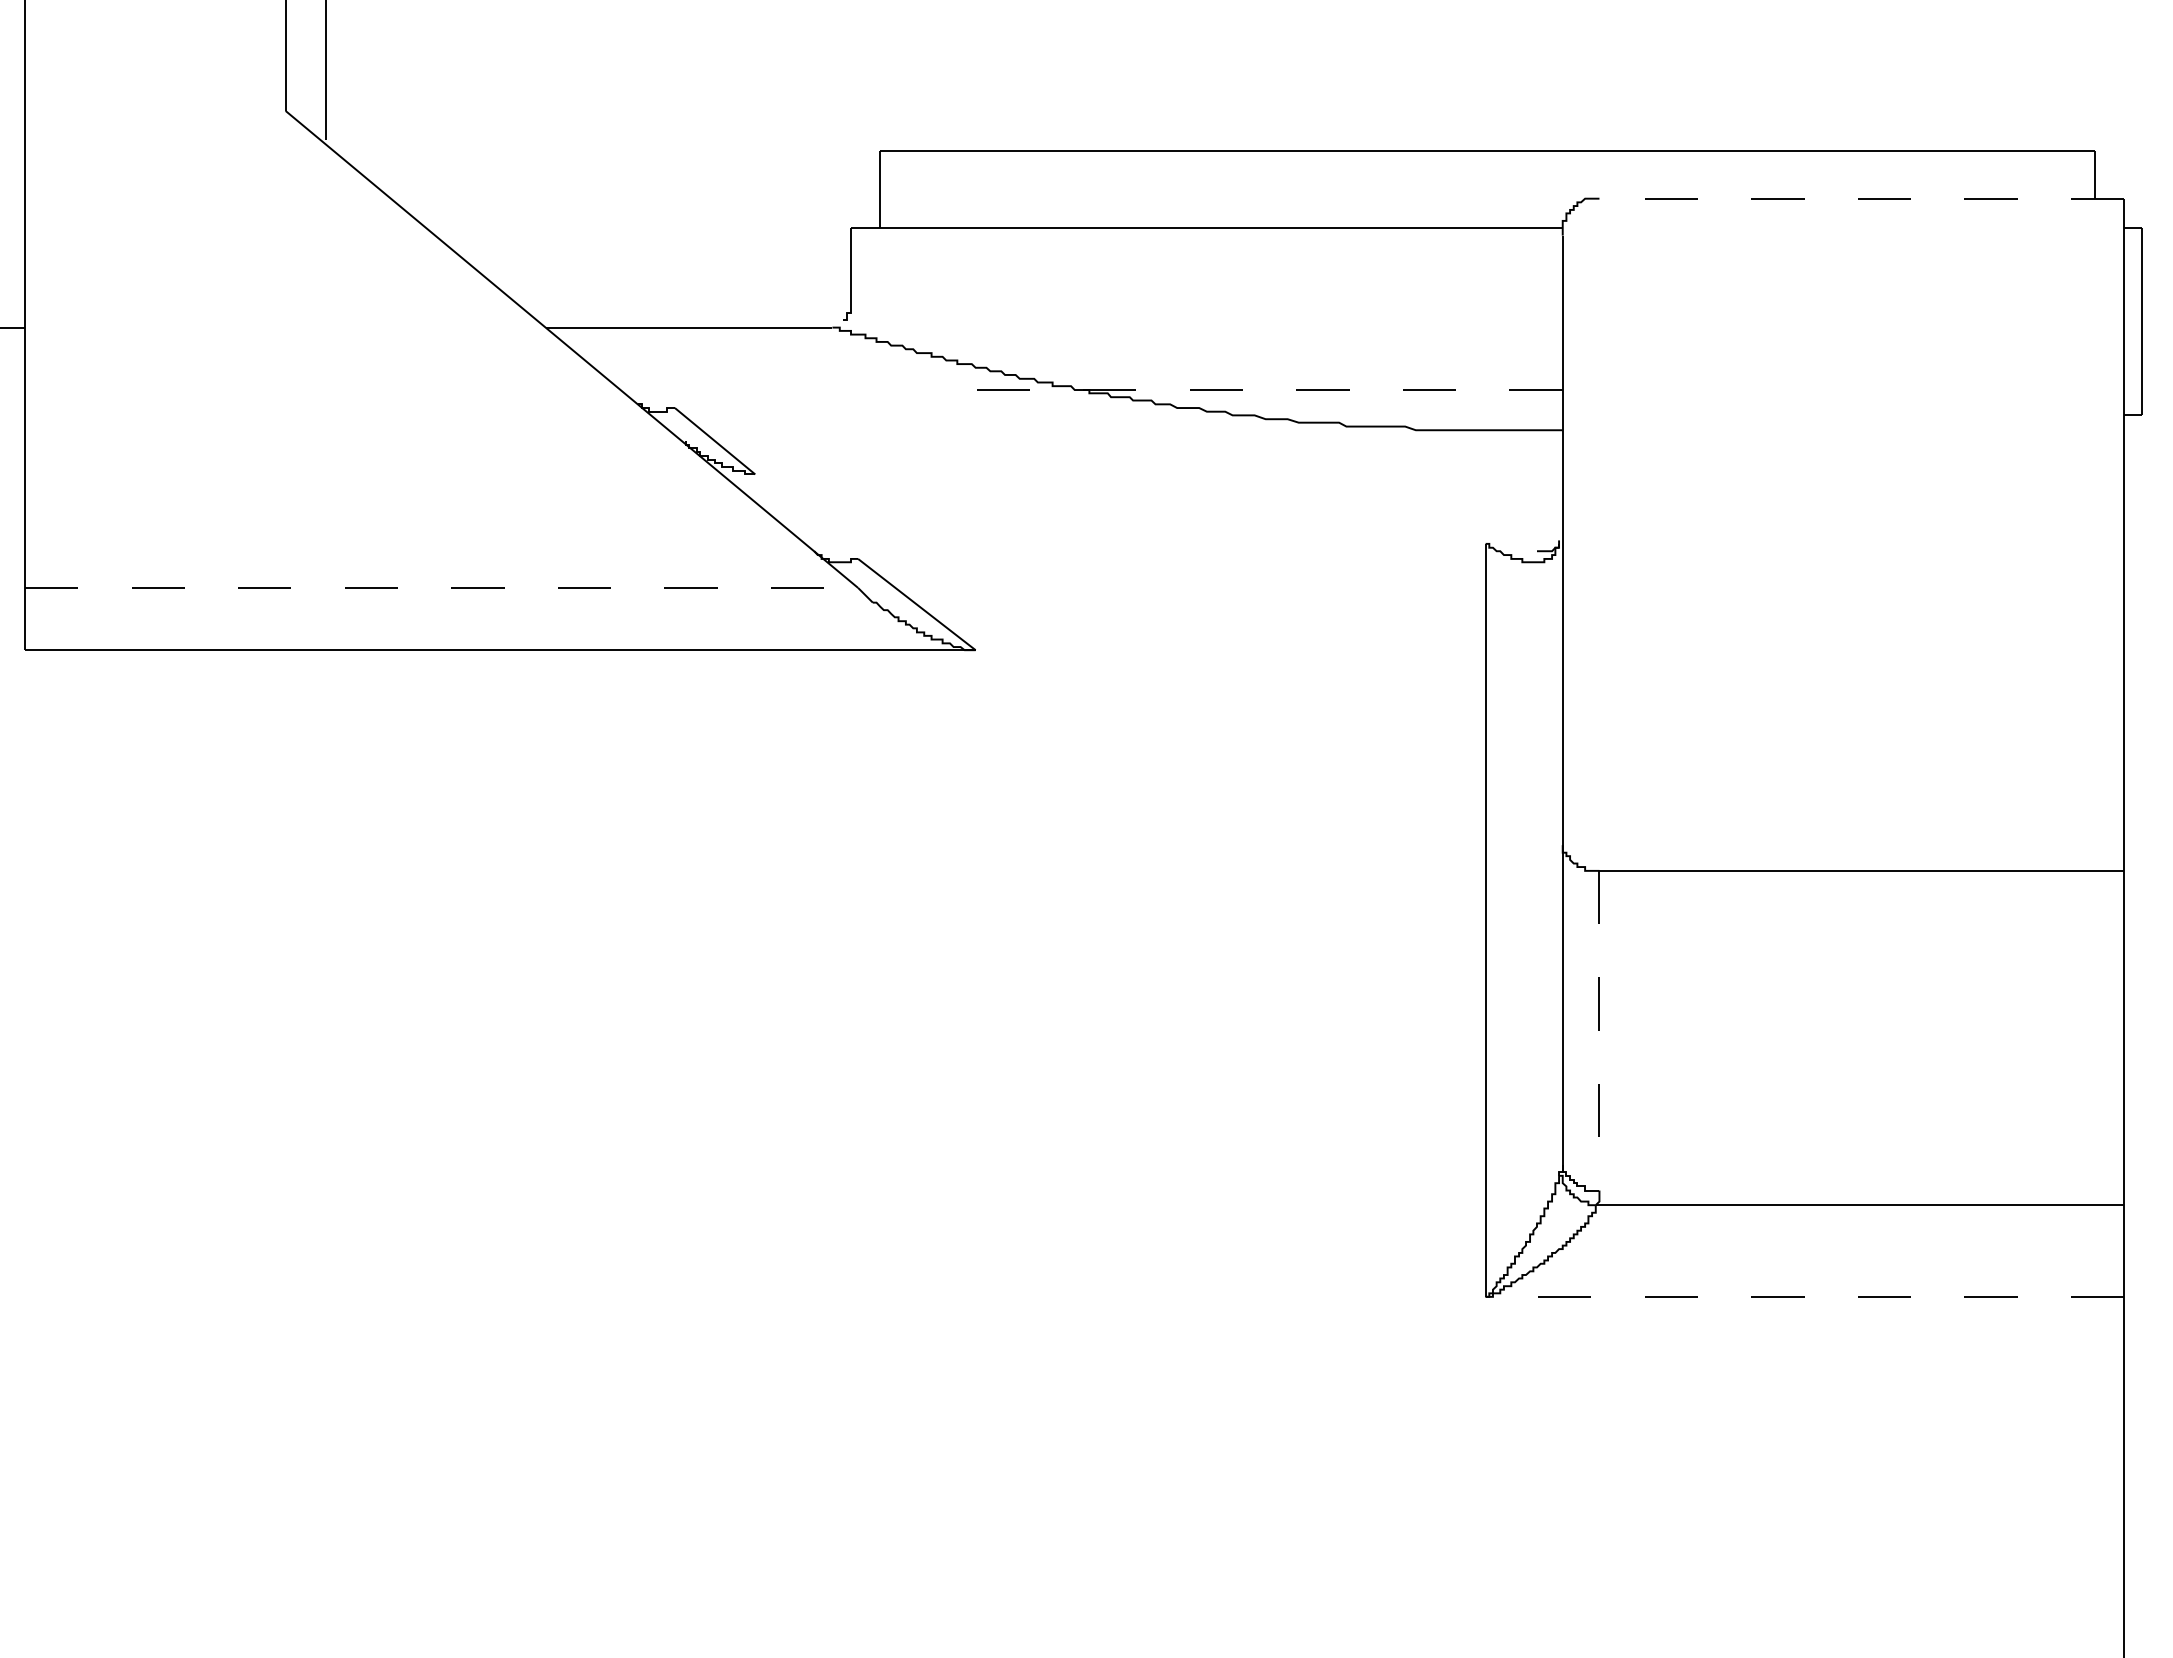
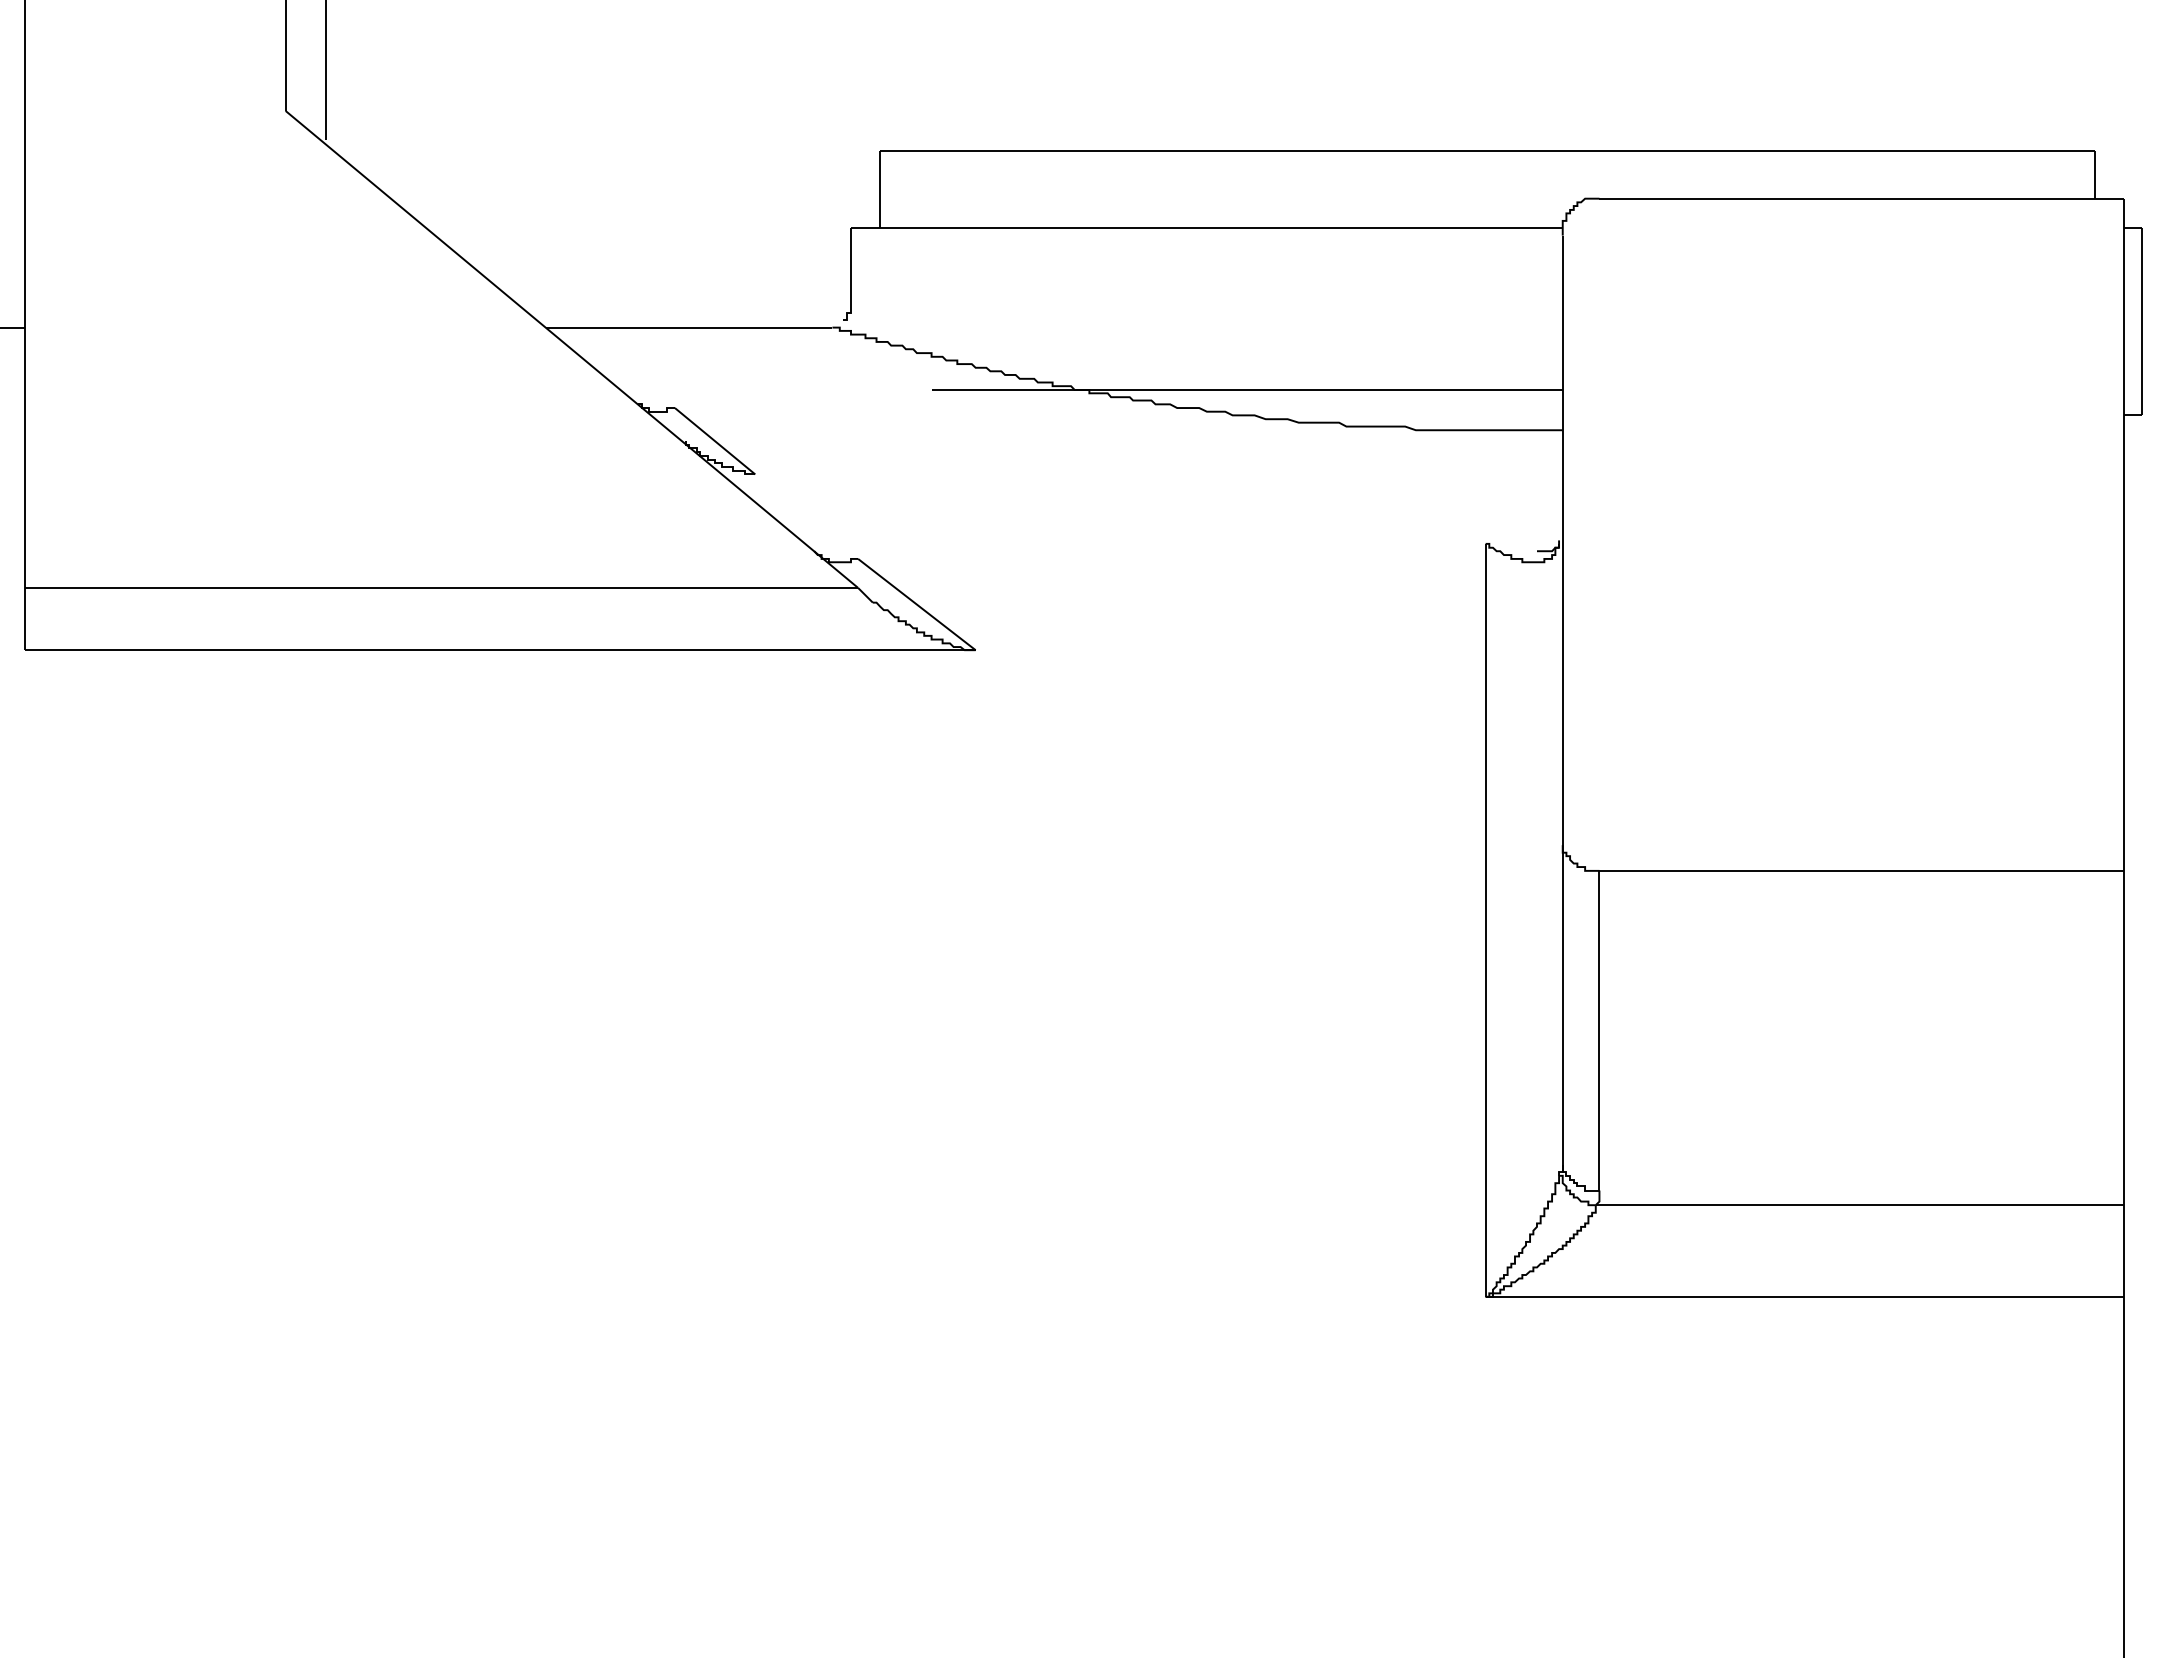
line at (1861, 198): dashed -> solid
line at (1247, 390): dashed -> solid
line at (441, 587): dashed -> solid
line at (1599, 1030): dashed -> solid
line at (1804, 1296): dashed -> solid
